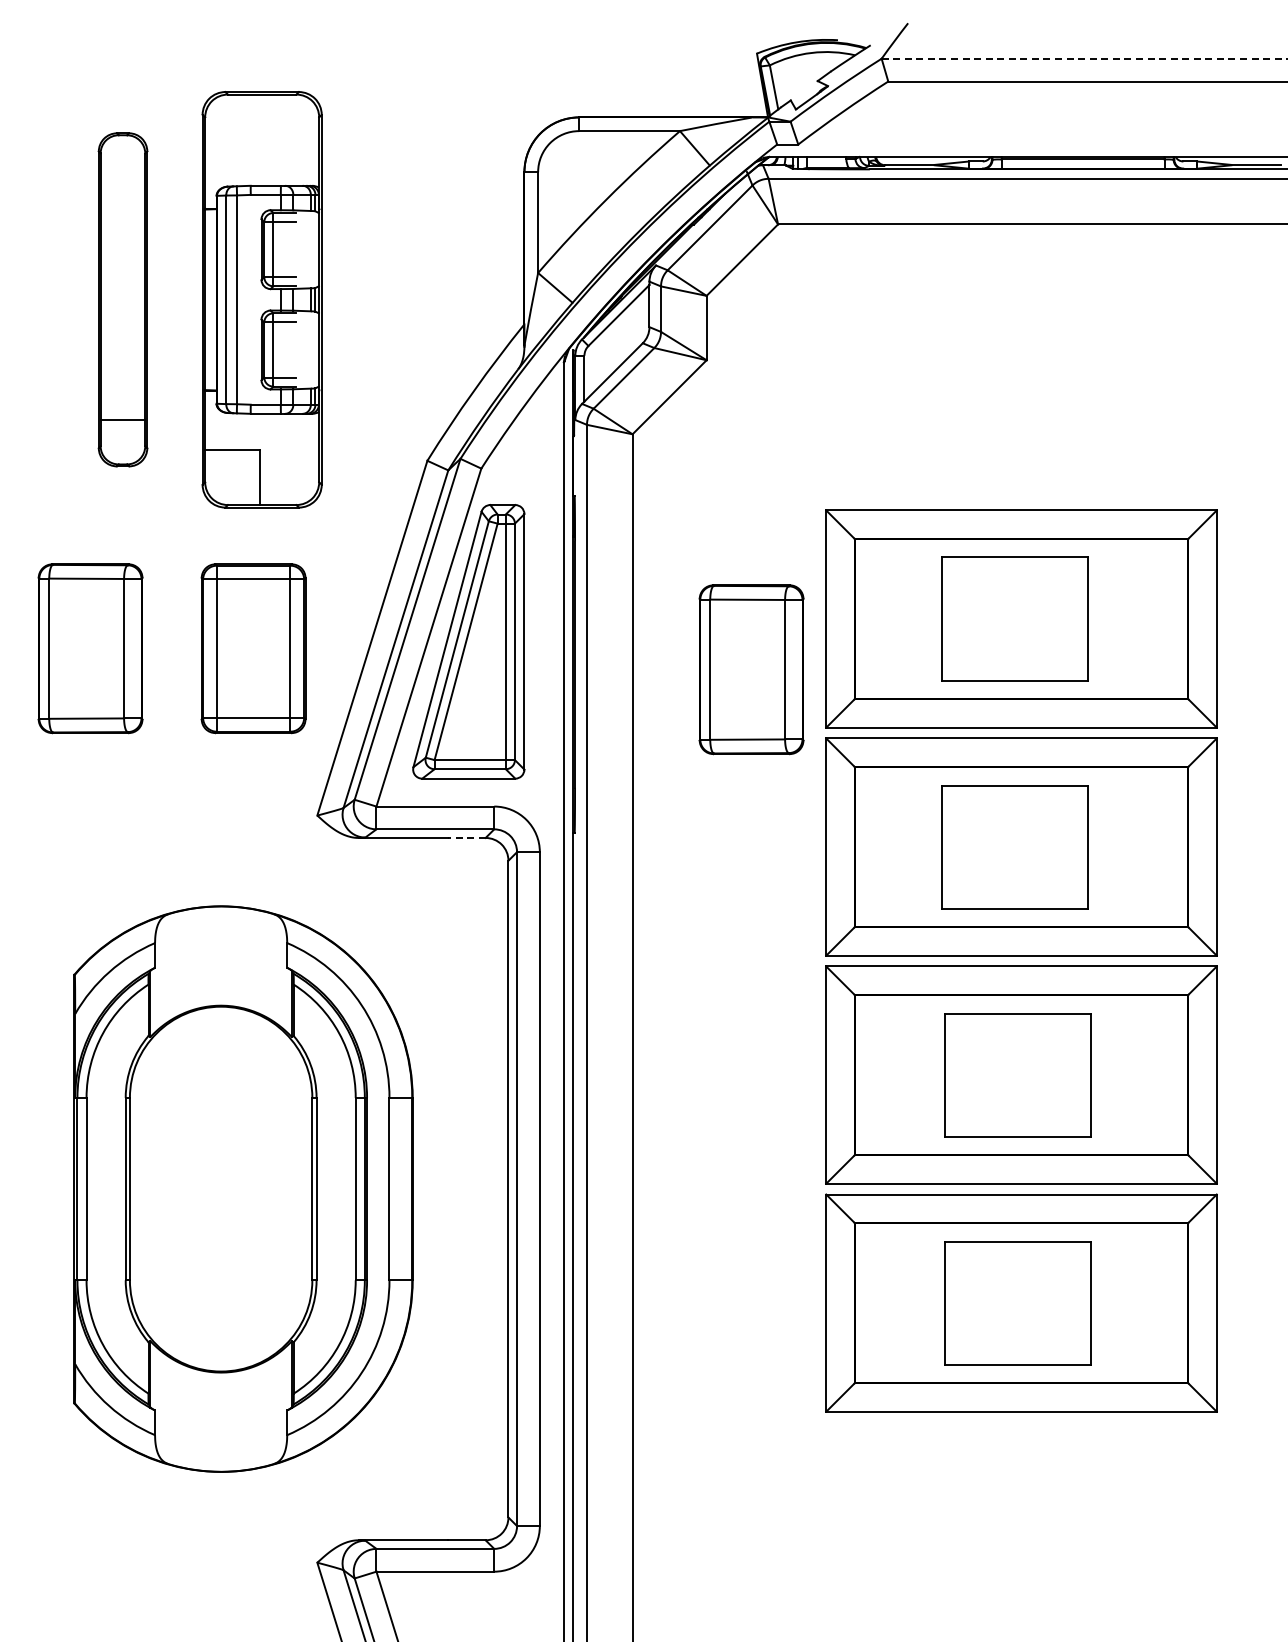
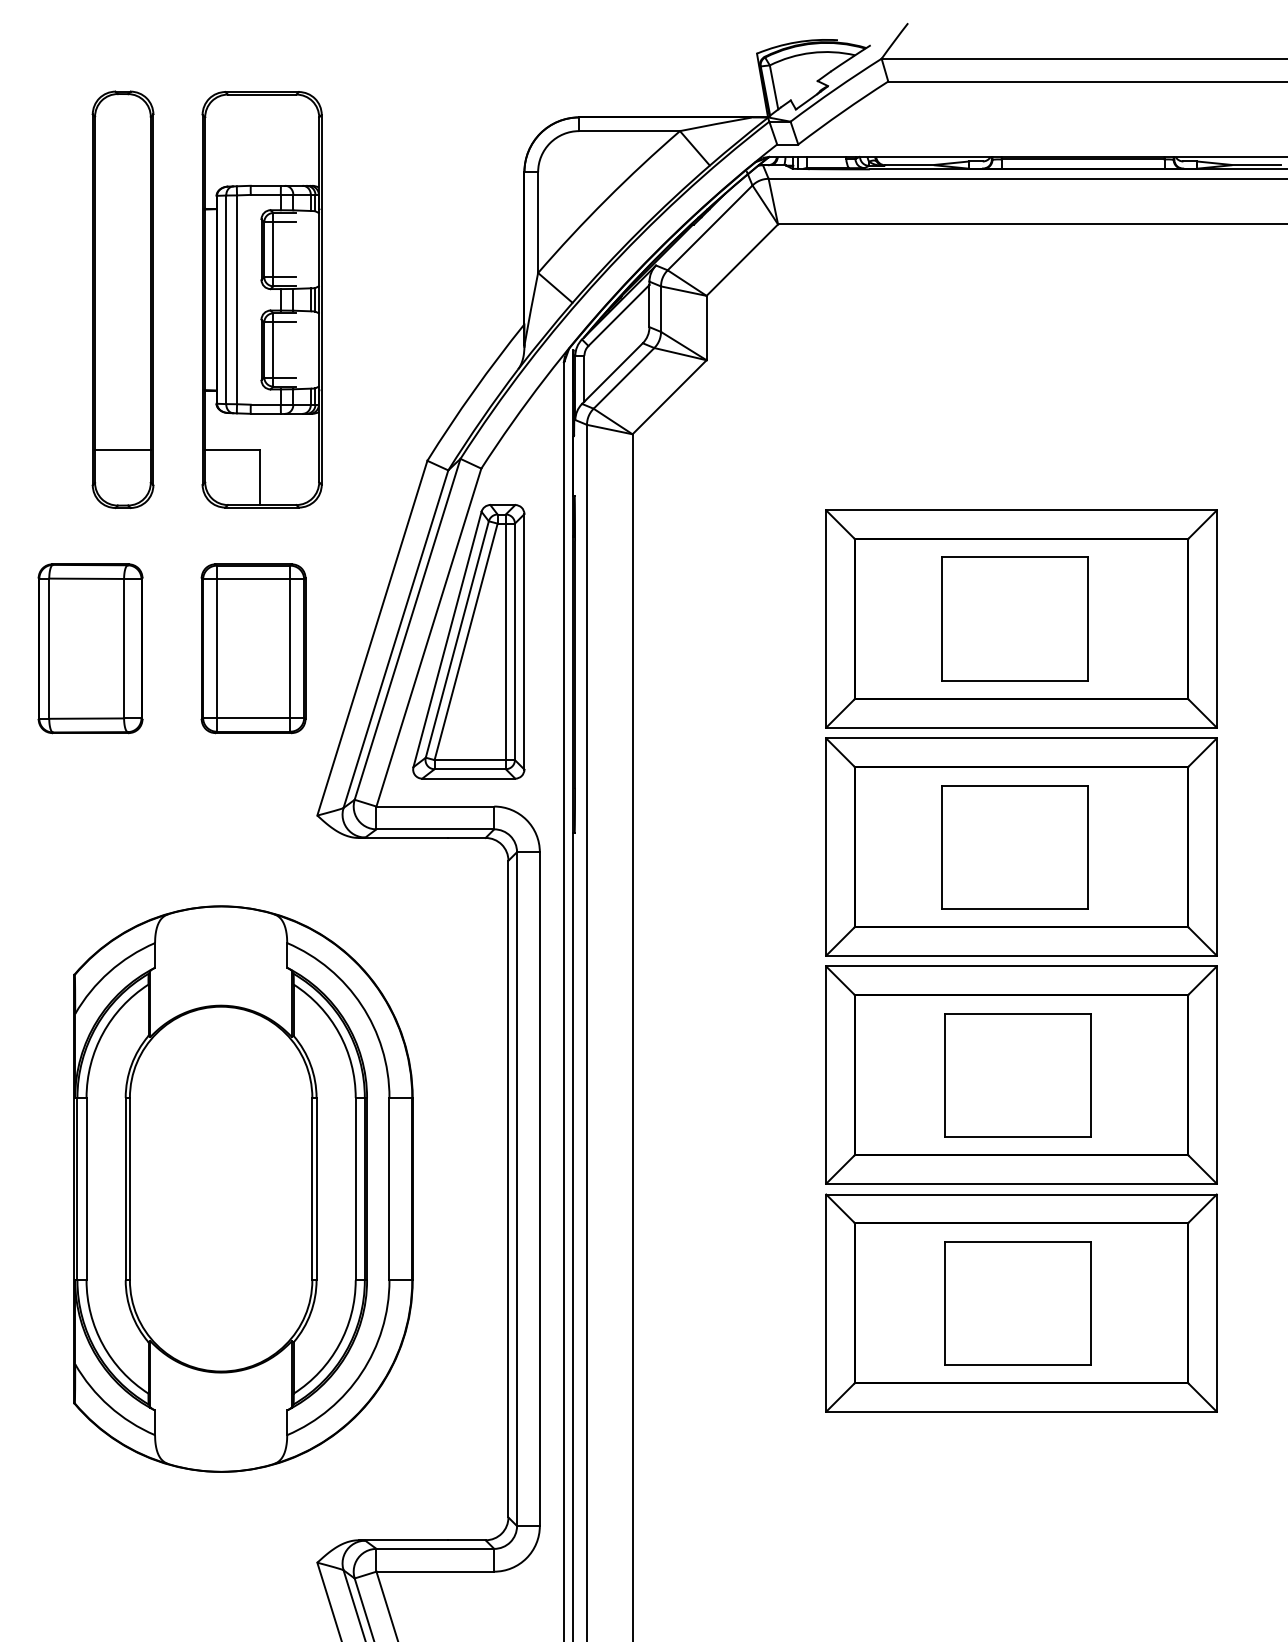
line at (1084, 58): dashed -> solid
part at (122, 299) size: 52x336 px -> 64x420 px
part at (751, 669): present -> none
line at (466, 837): dashed -> solid
